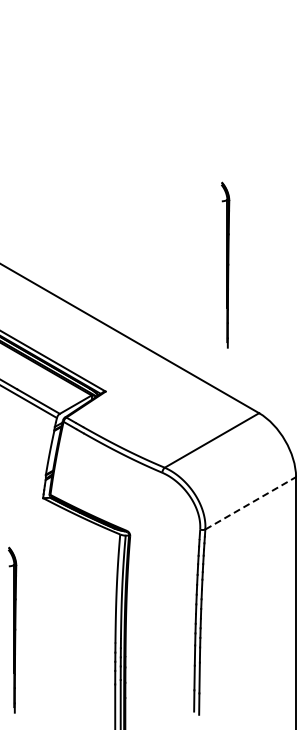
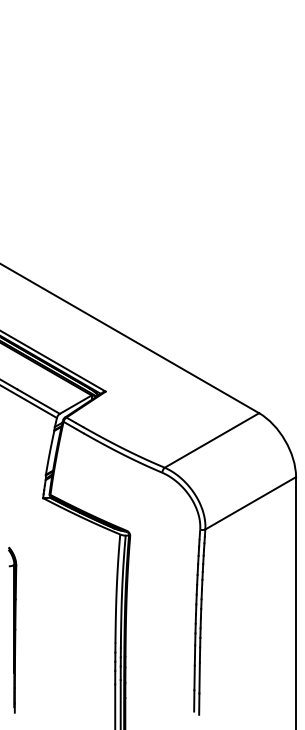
part at (225, 264): present -> none
line at (251, 503): dashed -> solid
